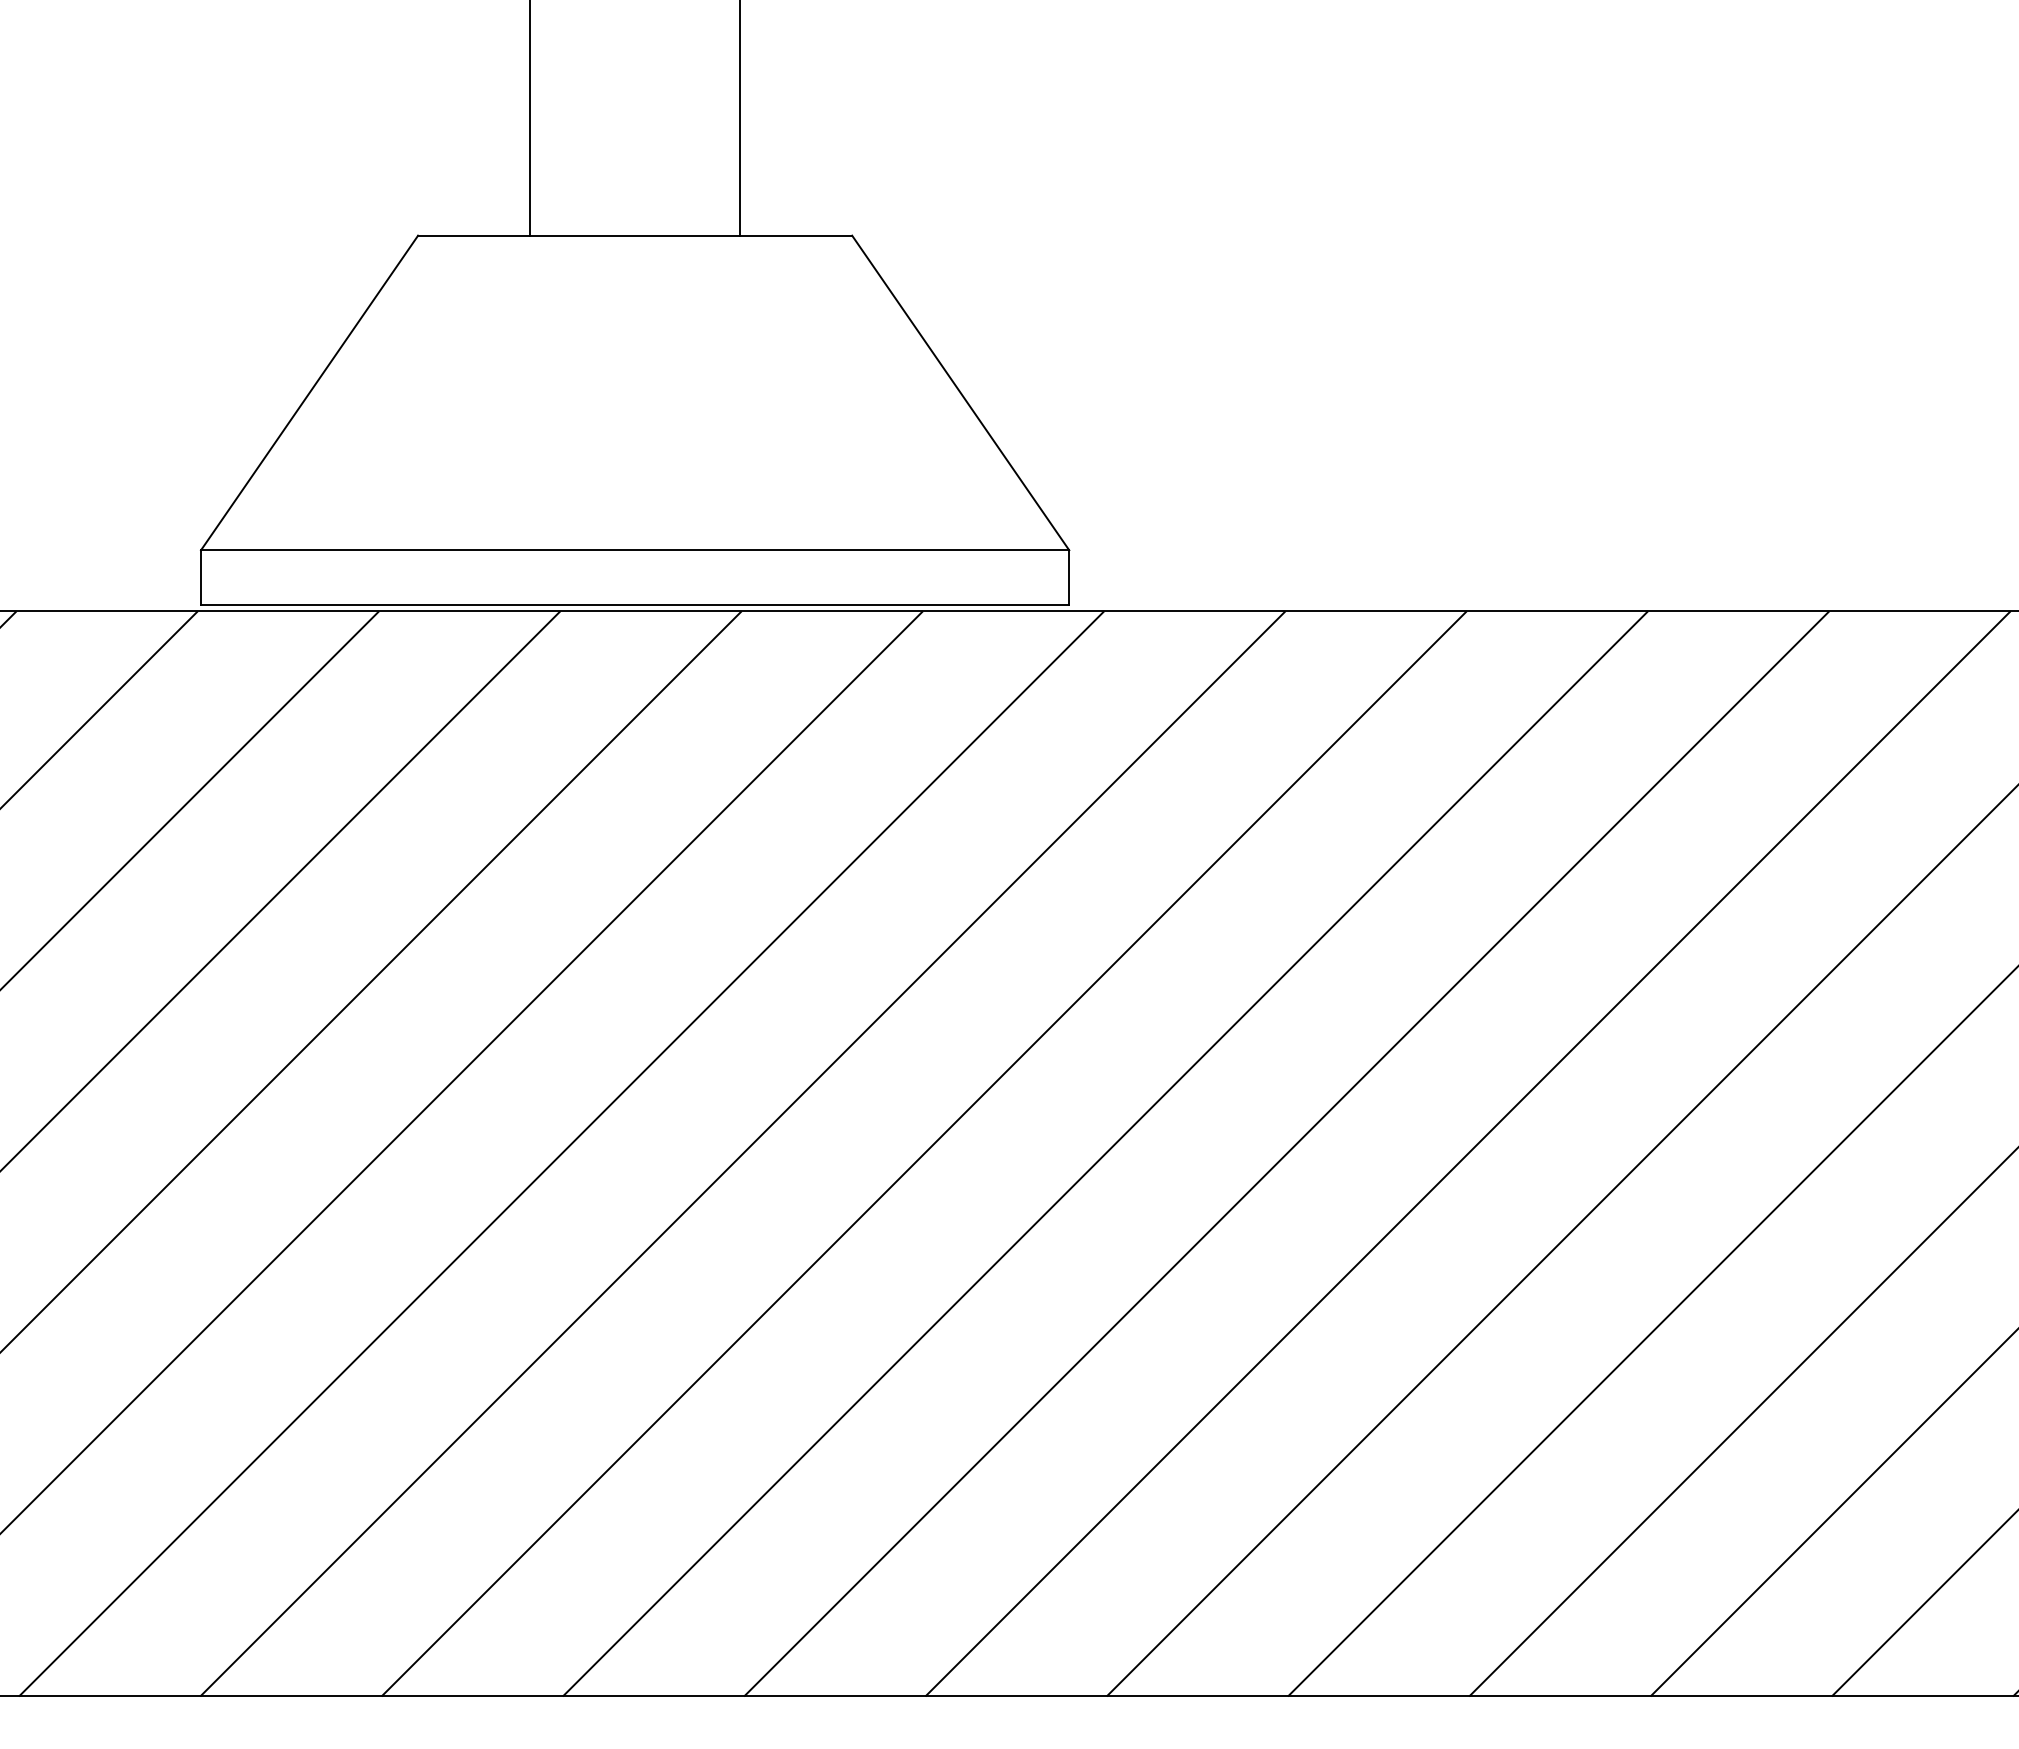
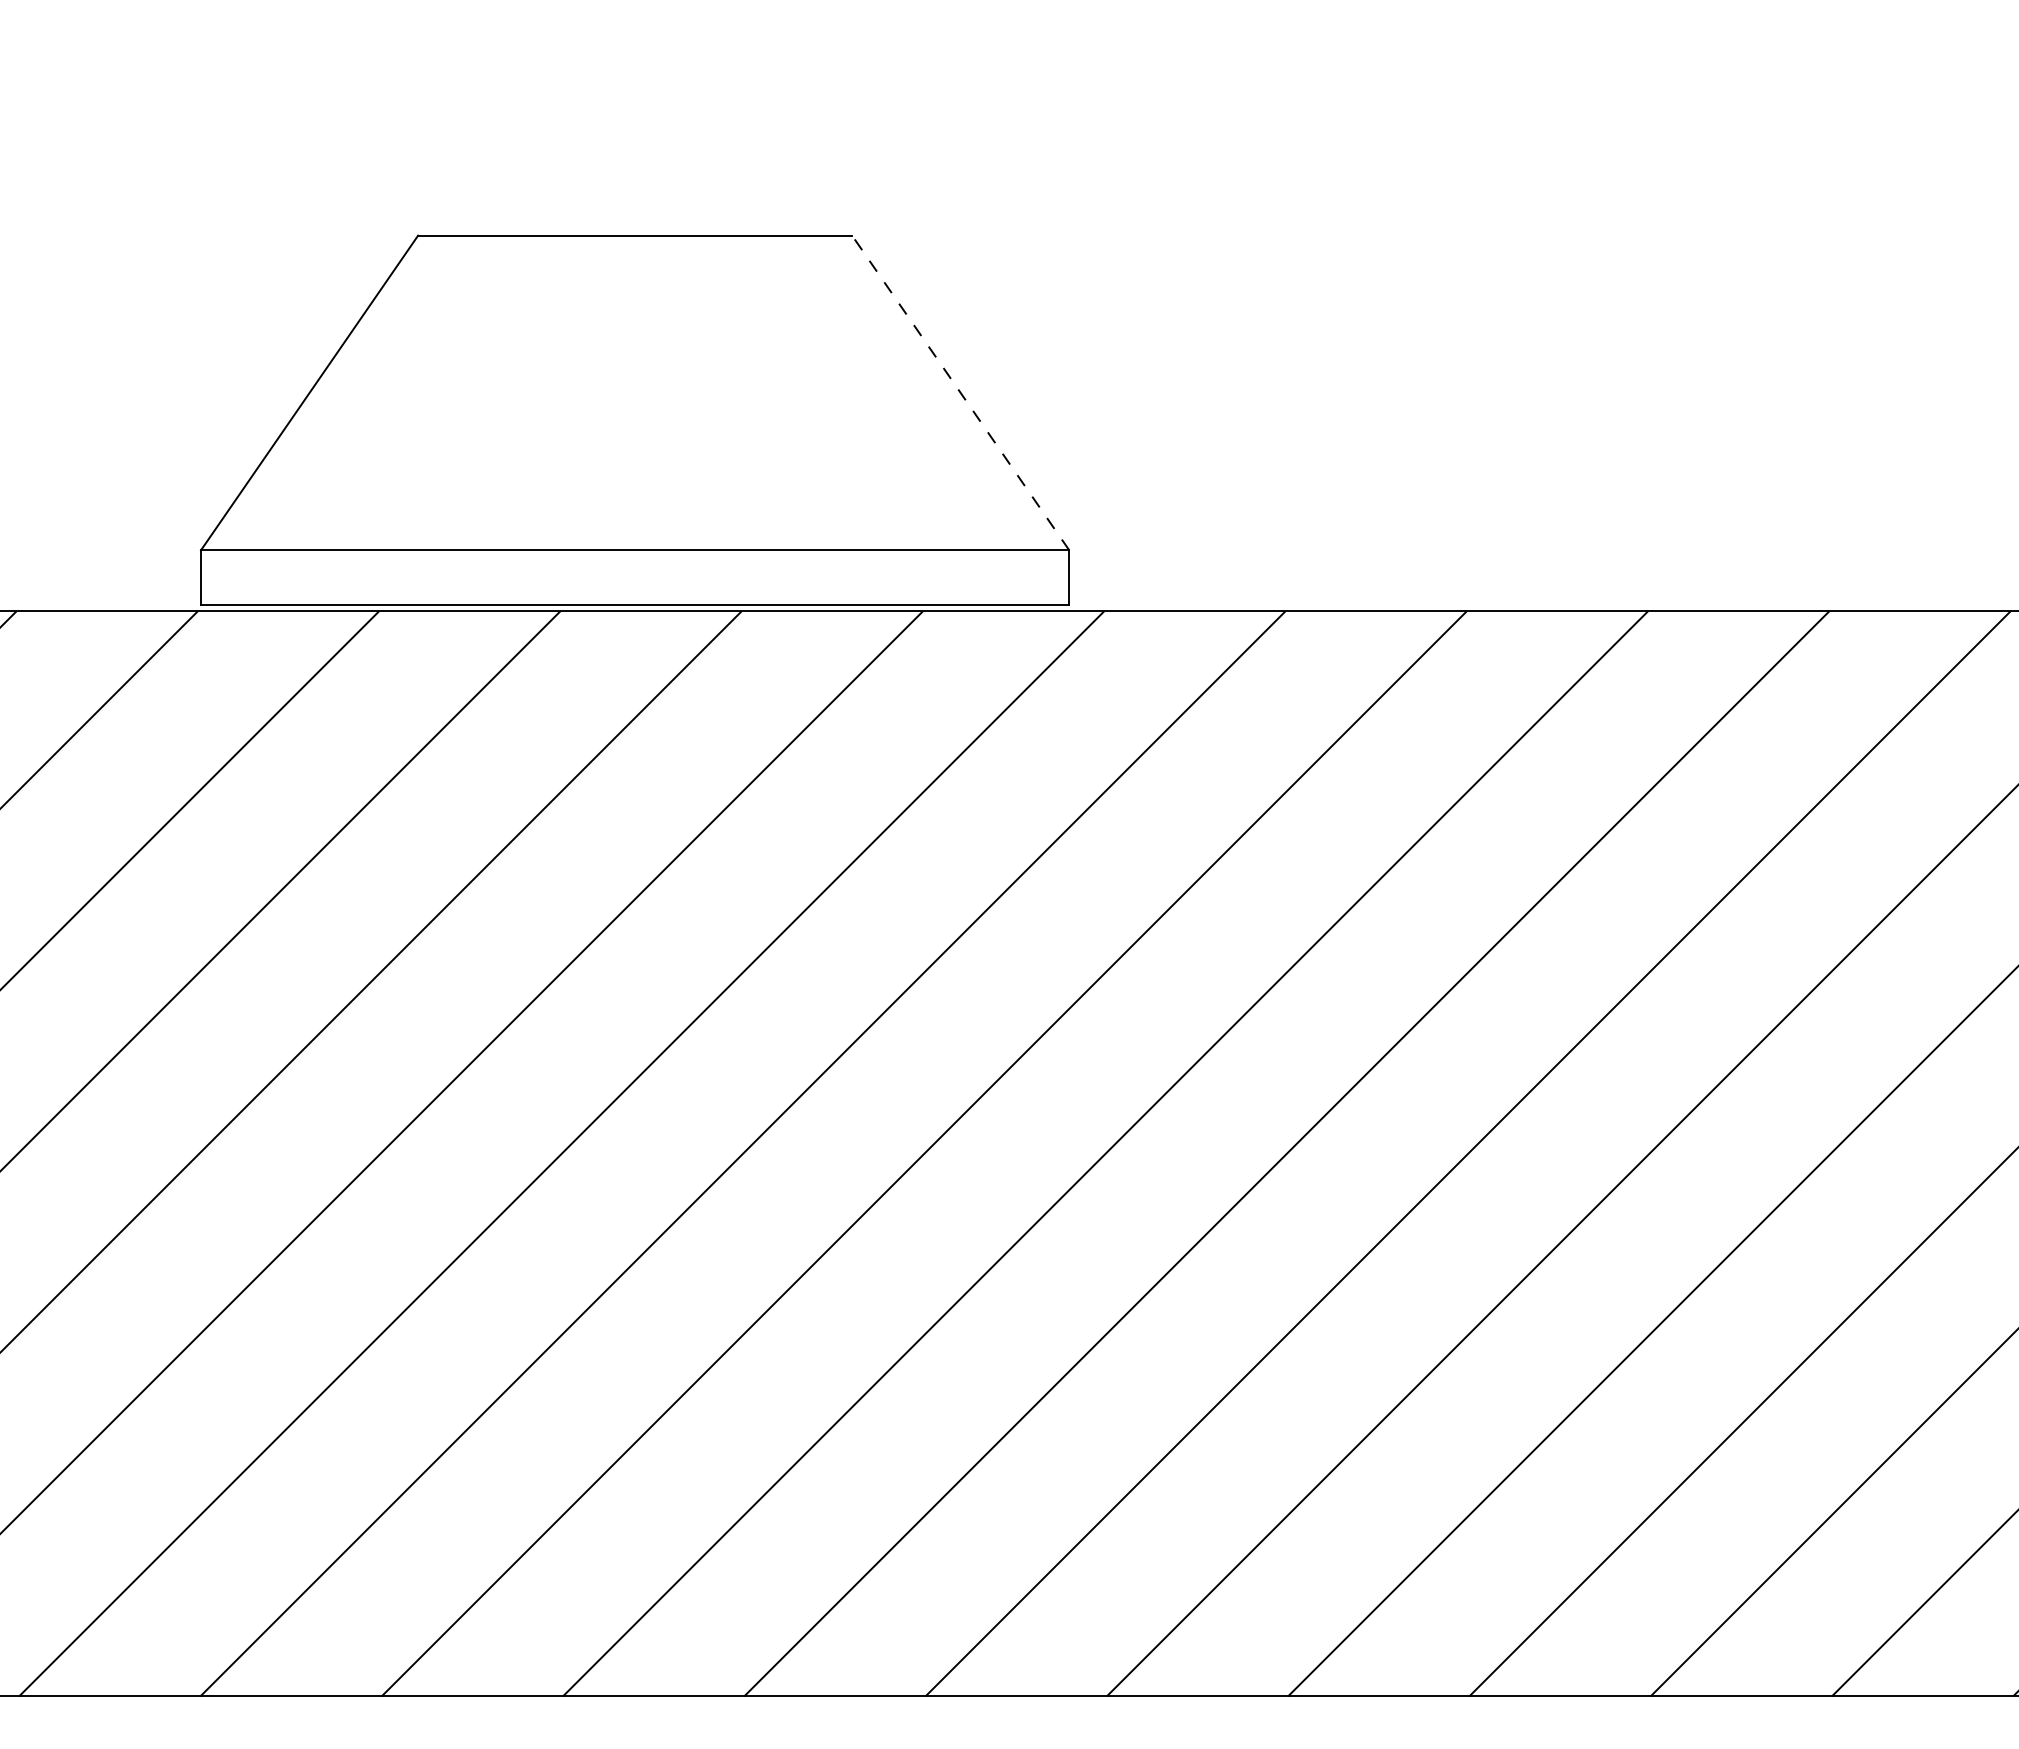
line at (529, 118): present -> none
line at (740, 118): present -> none
line at (960, 392): solid -> dashed
